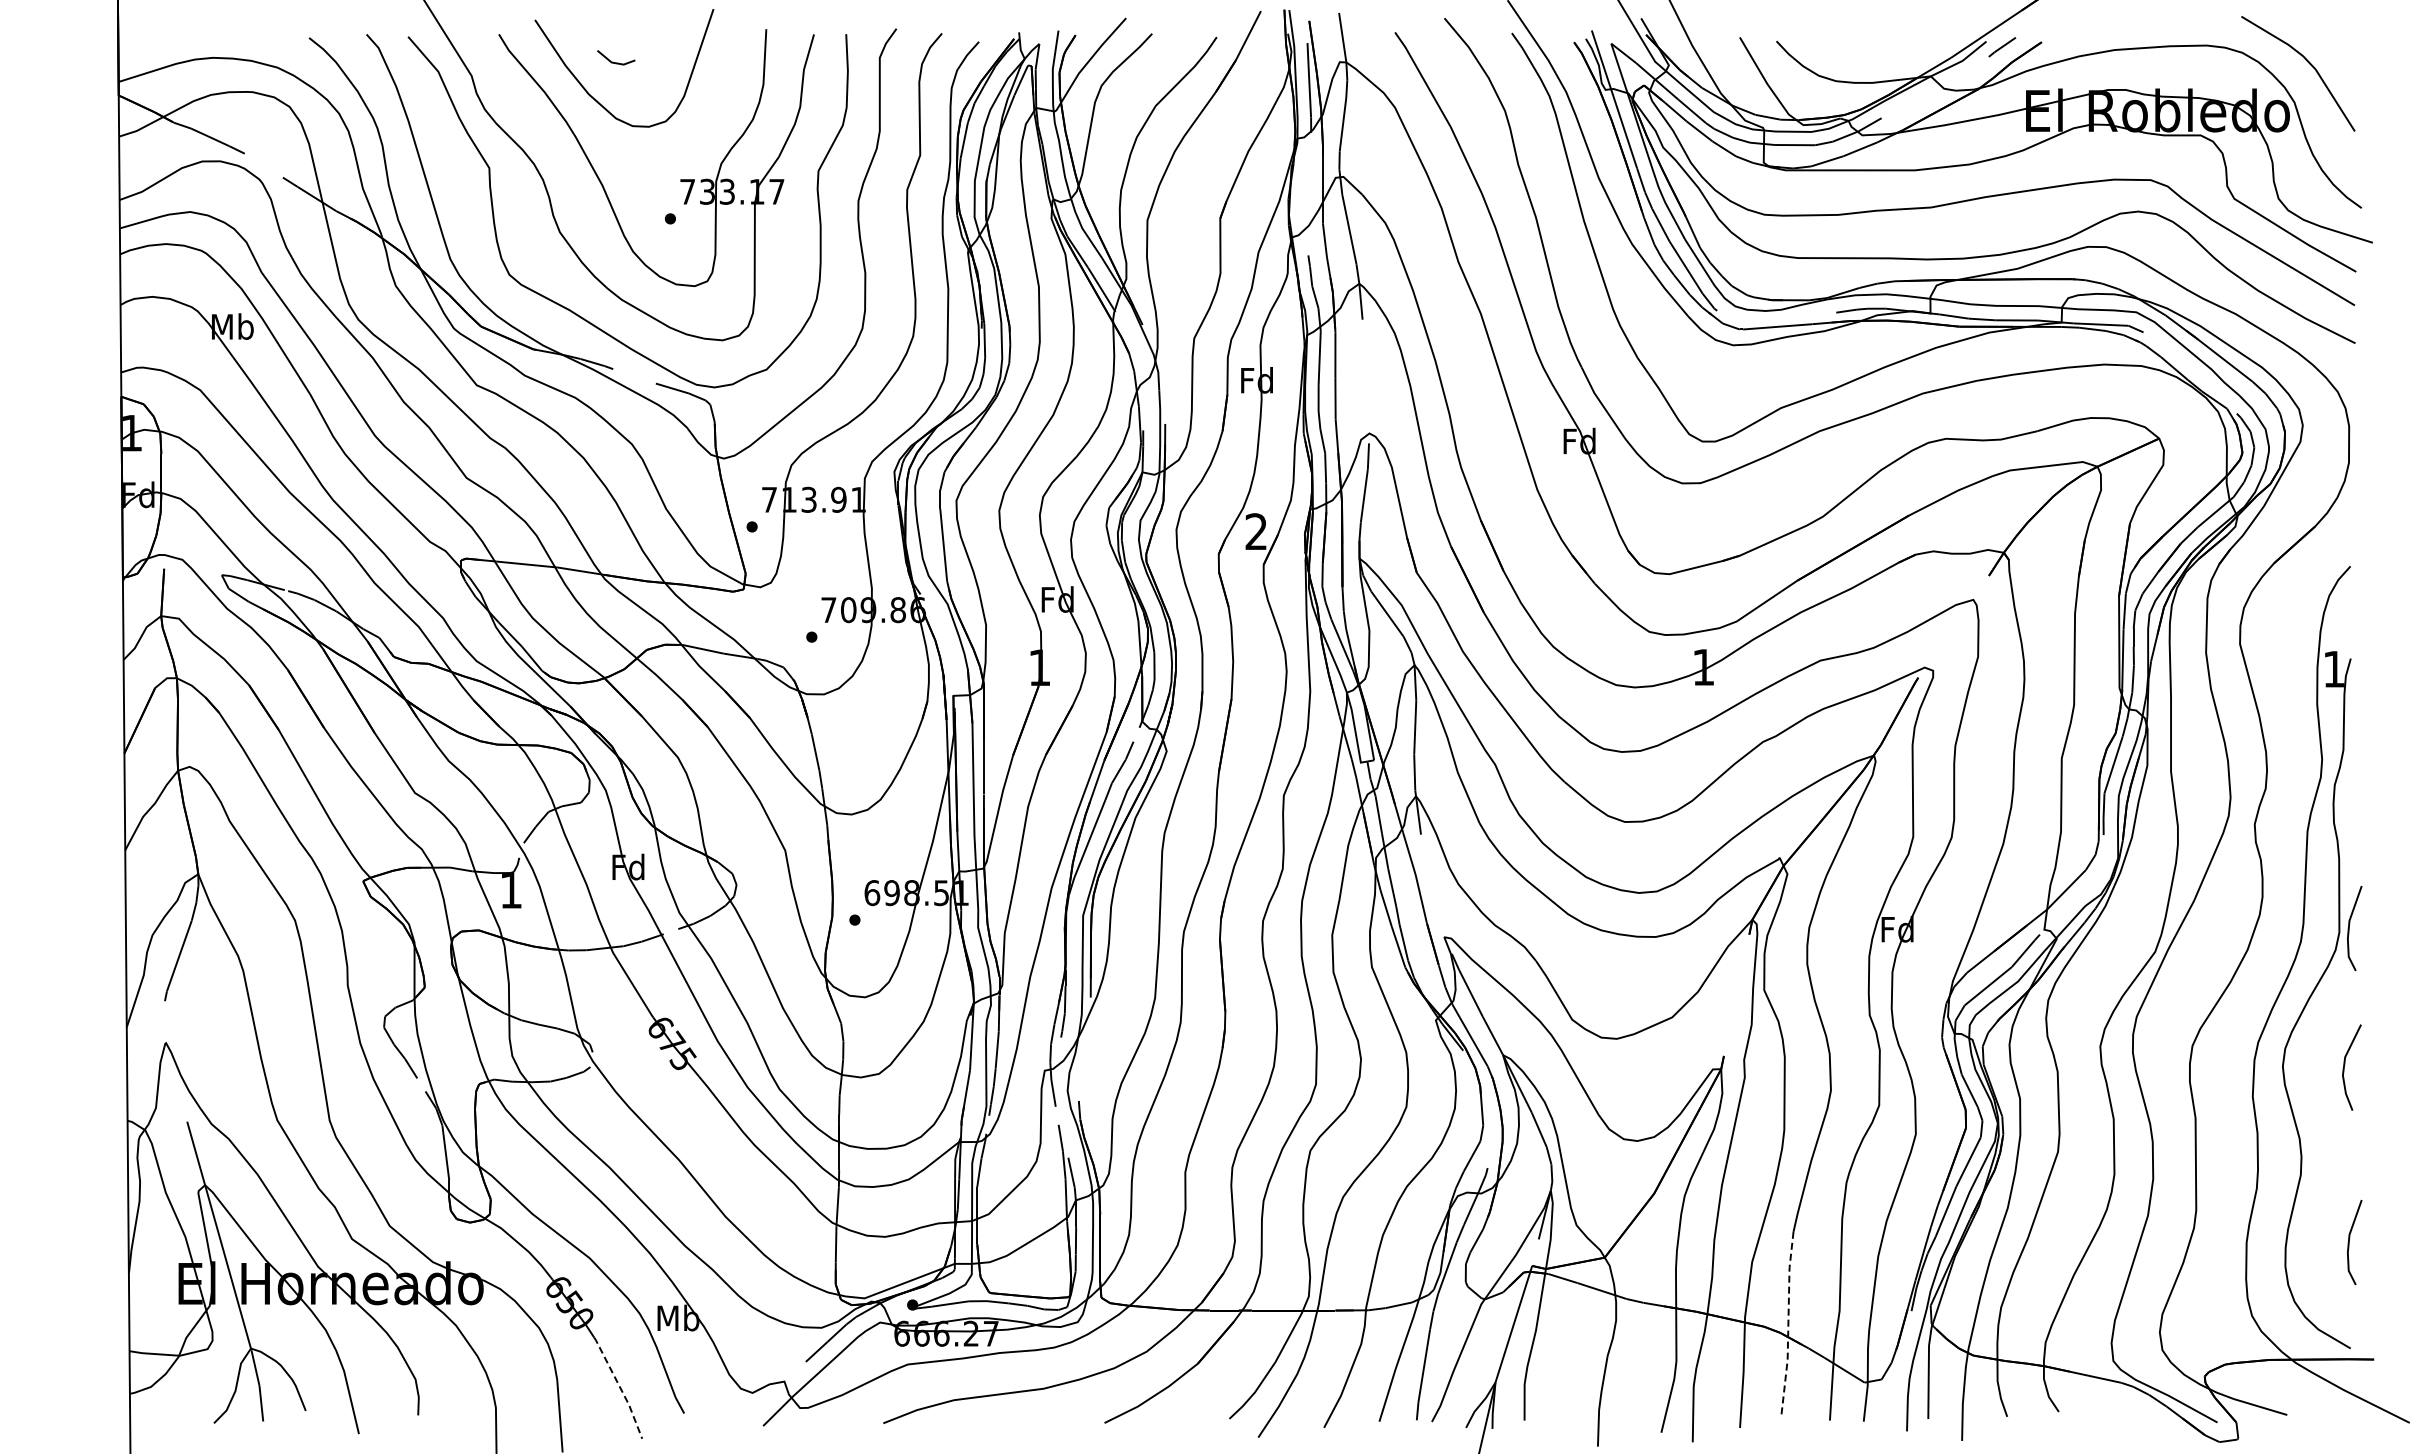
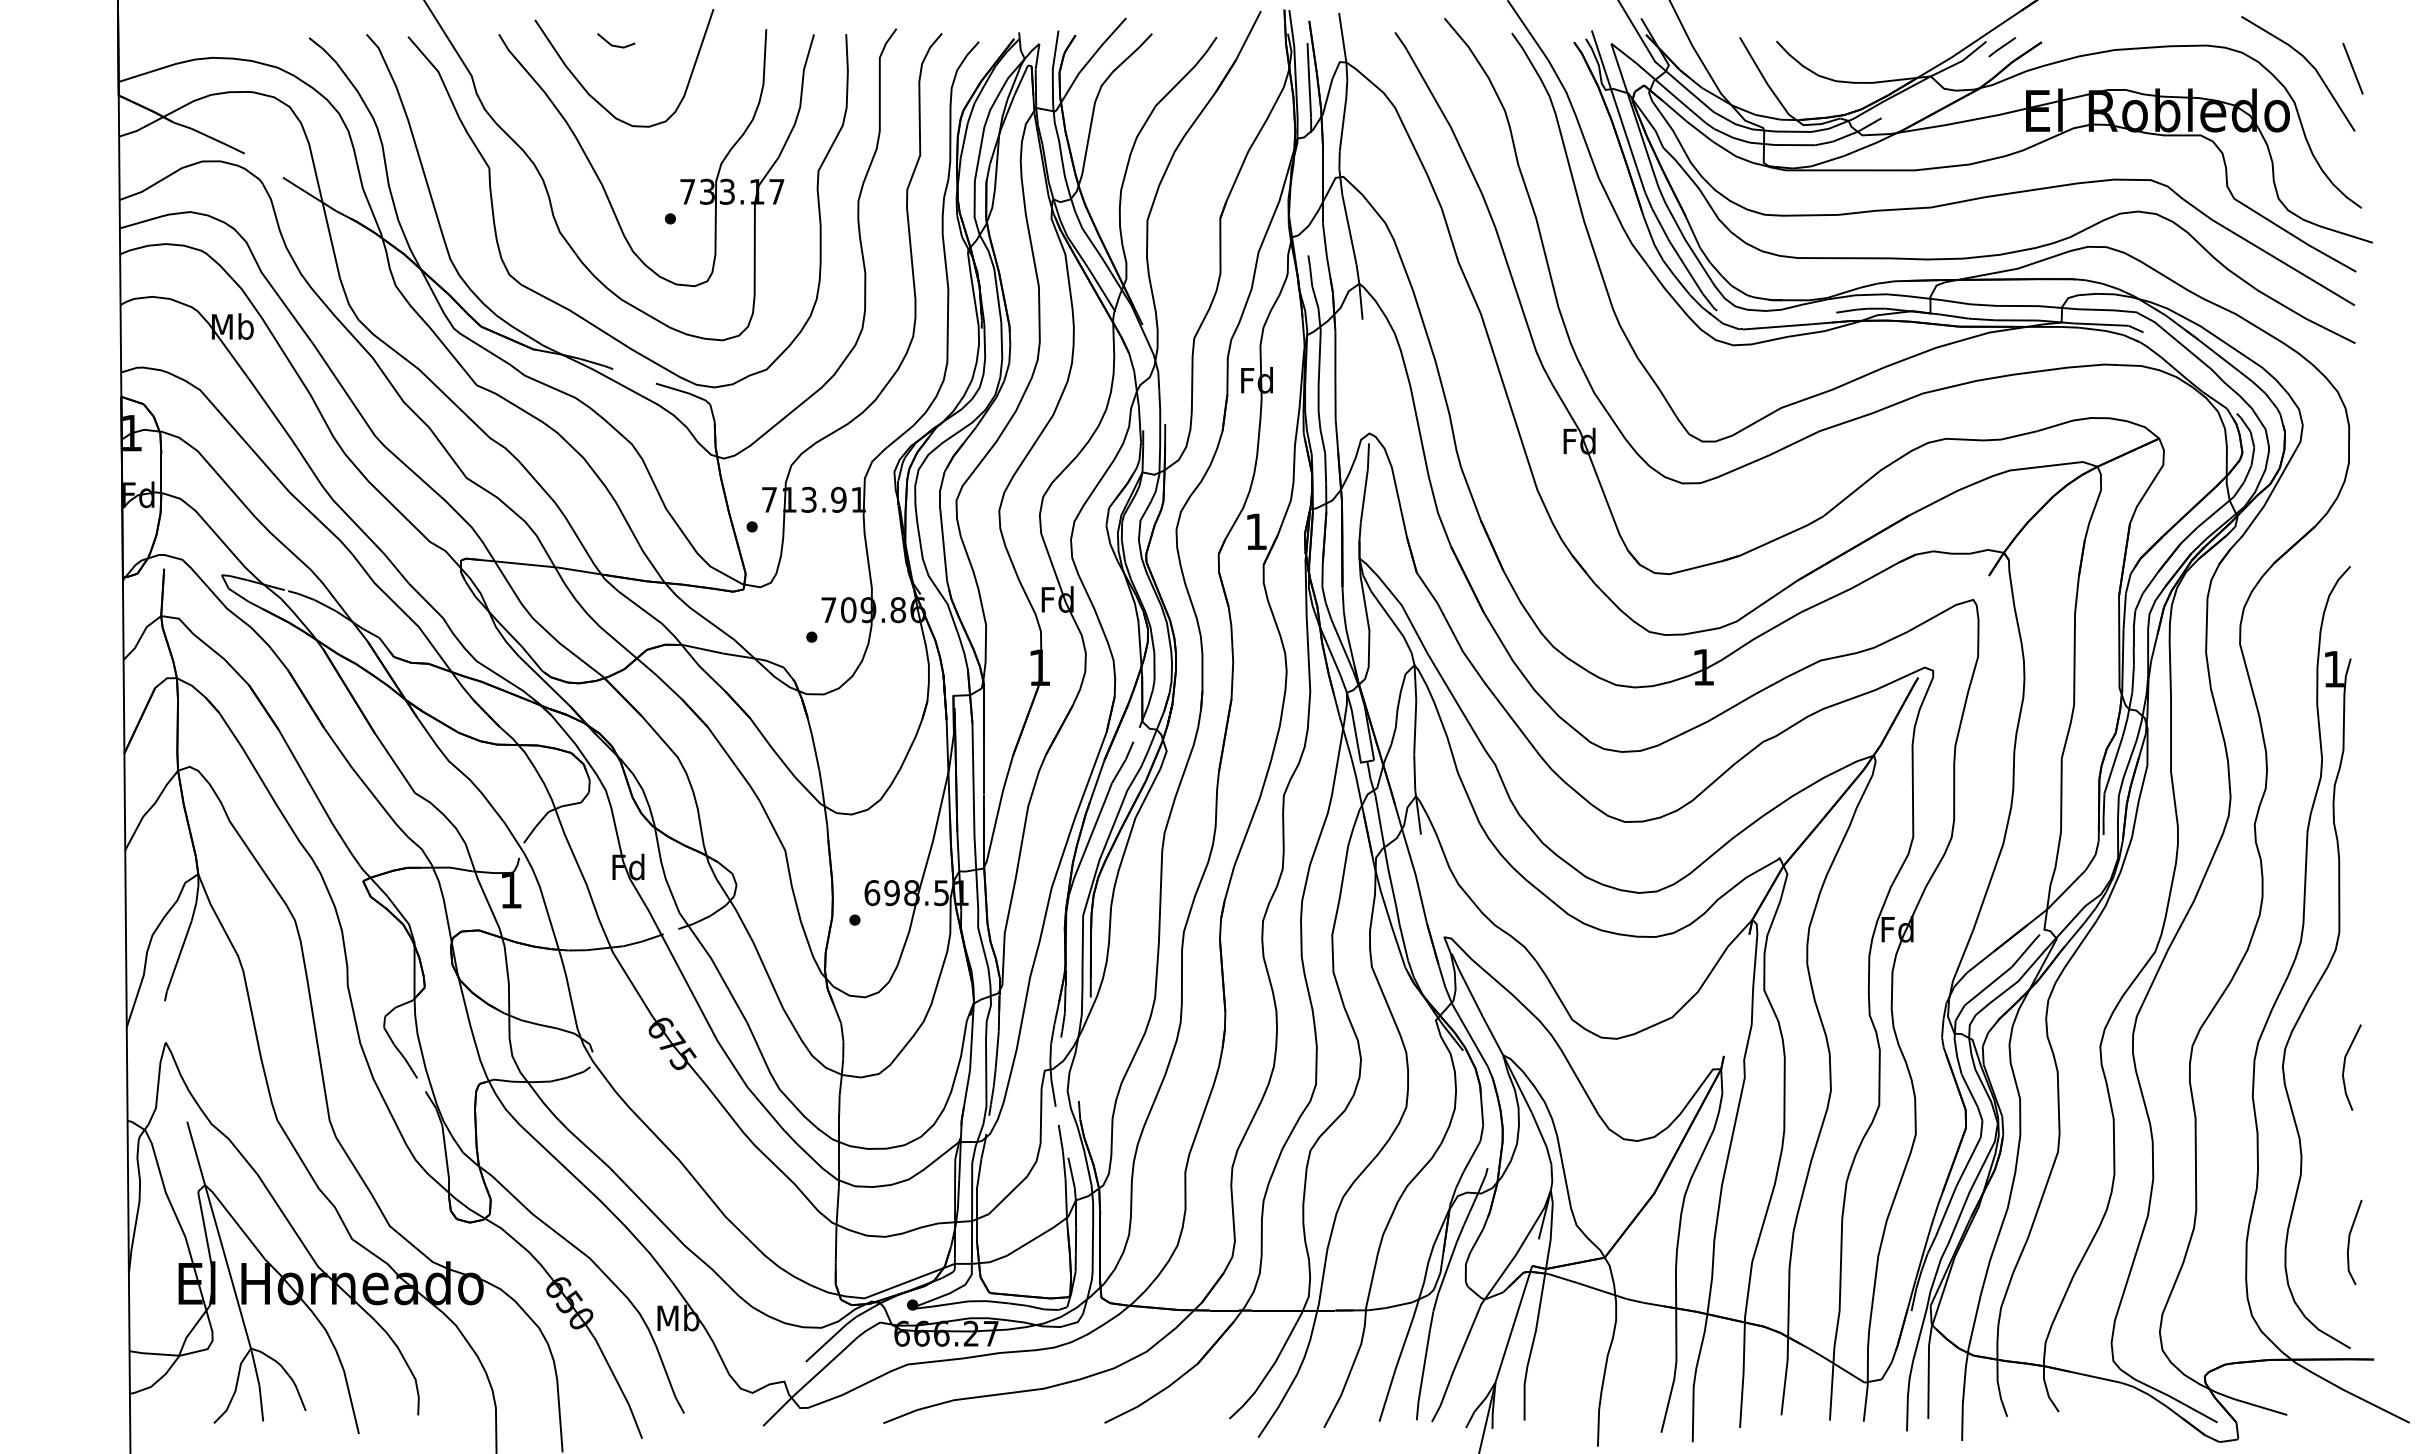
line at (613, 61) position: (613, 61) -> (613, 44)
line at (2352, 68): none -> present
text at (1255, 531): 2 -> 1
line at (2349, 928): present -> none
line at (1788, 1323): dashed -> solid
line at (620, 1387): dashed -> solid
